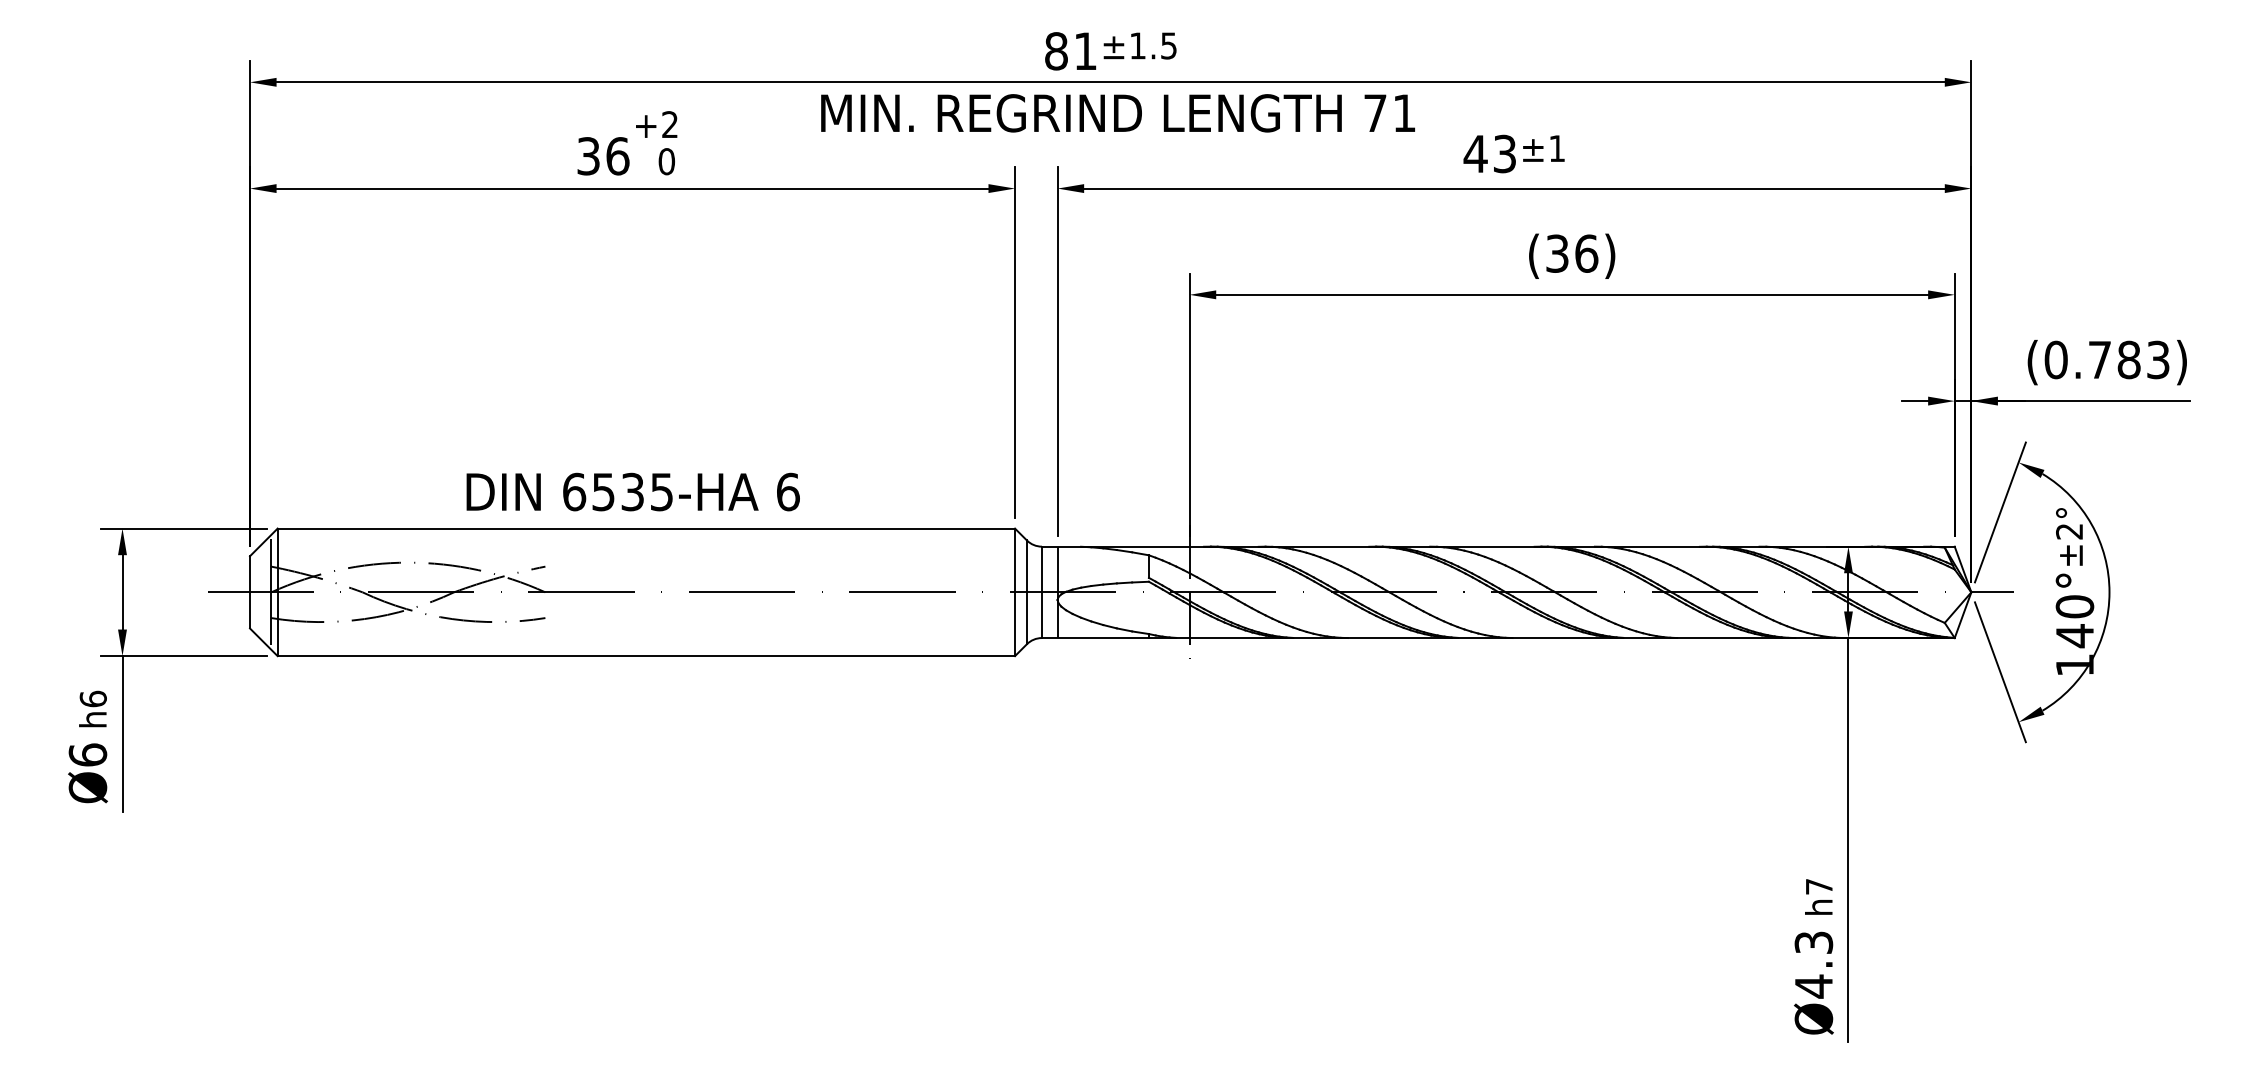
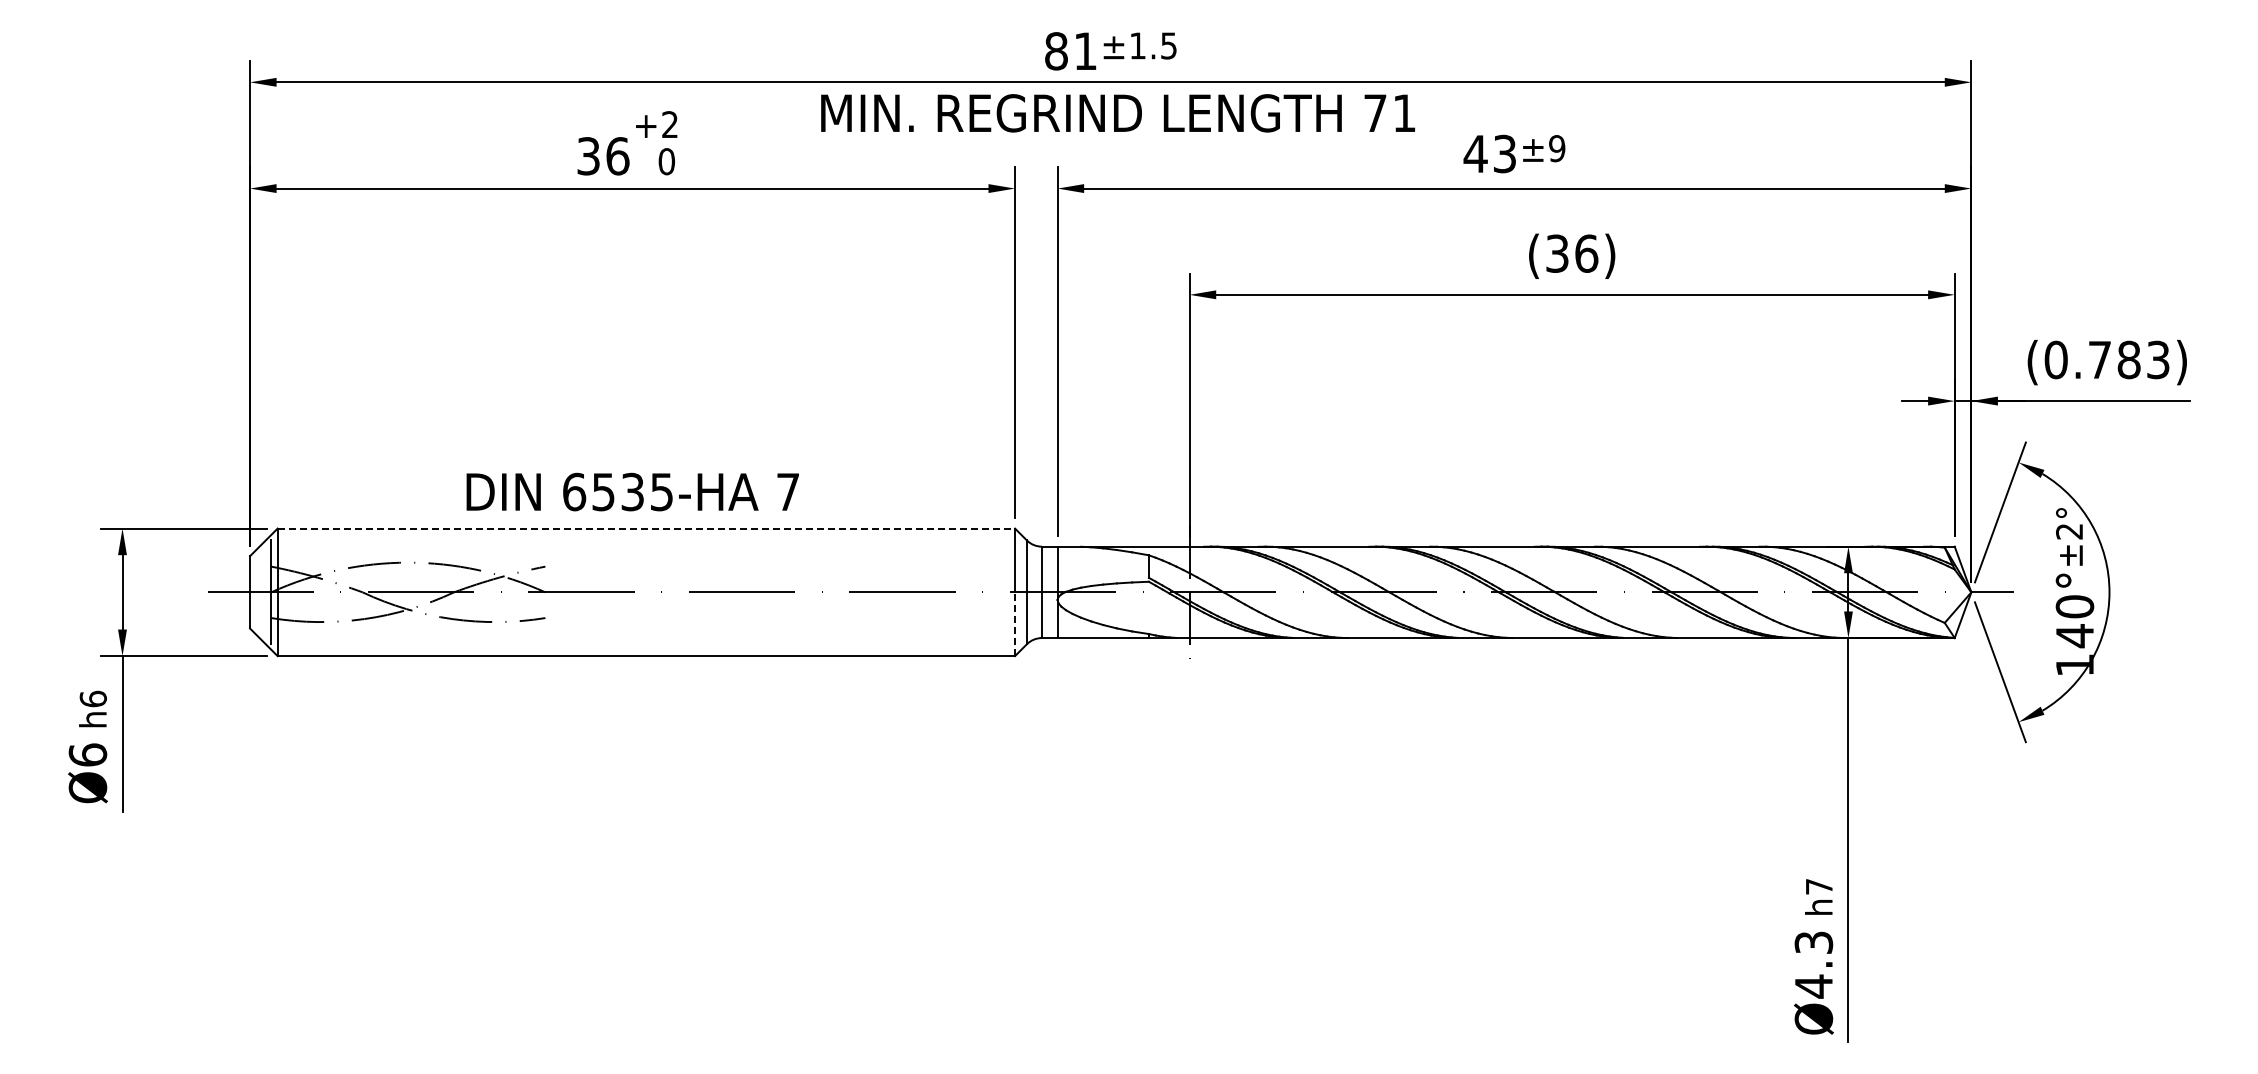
text at (1557, 148): ±1 -> ±9
text at (788, 491): 6 -> 7
line at (646, 528): solid -> dashed
line at (1015, 624): solid -> dashed
